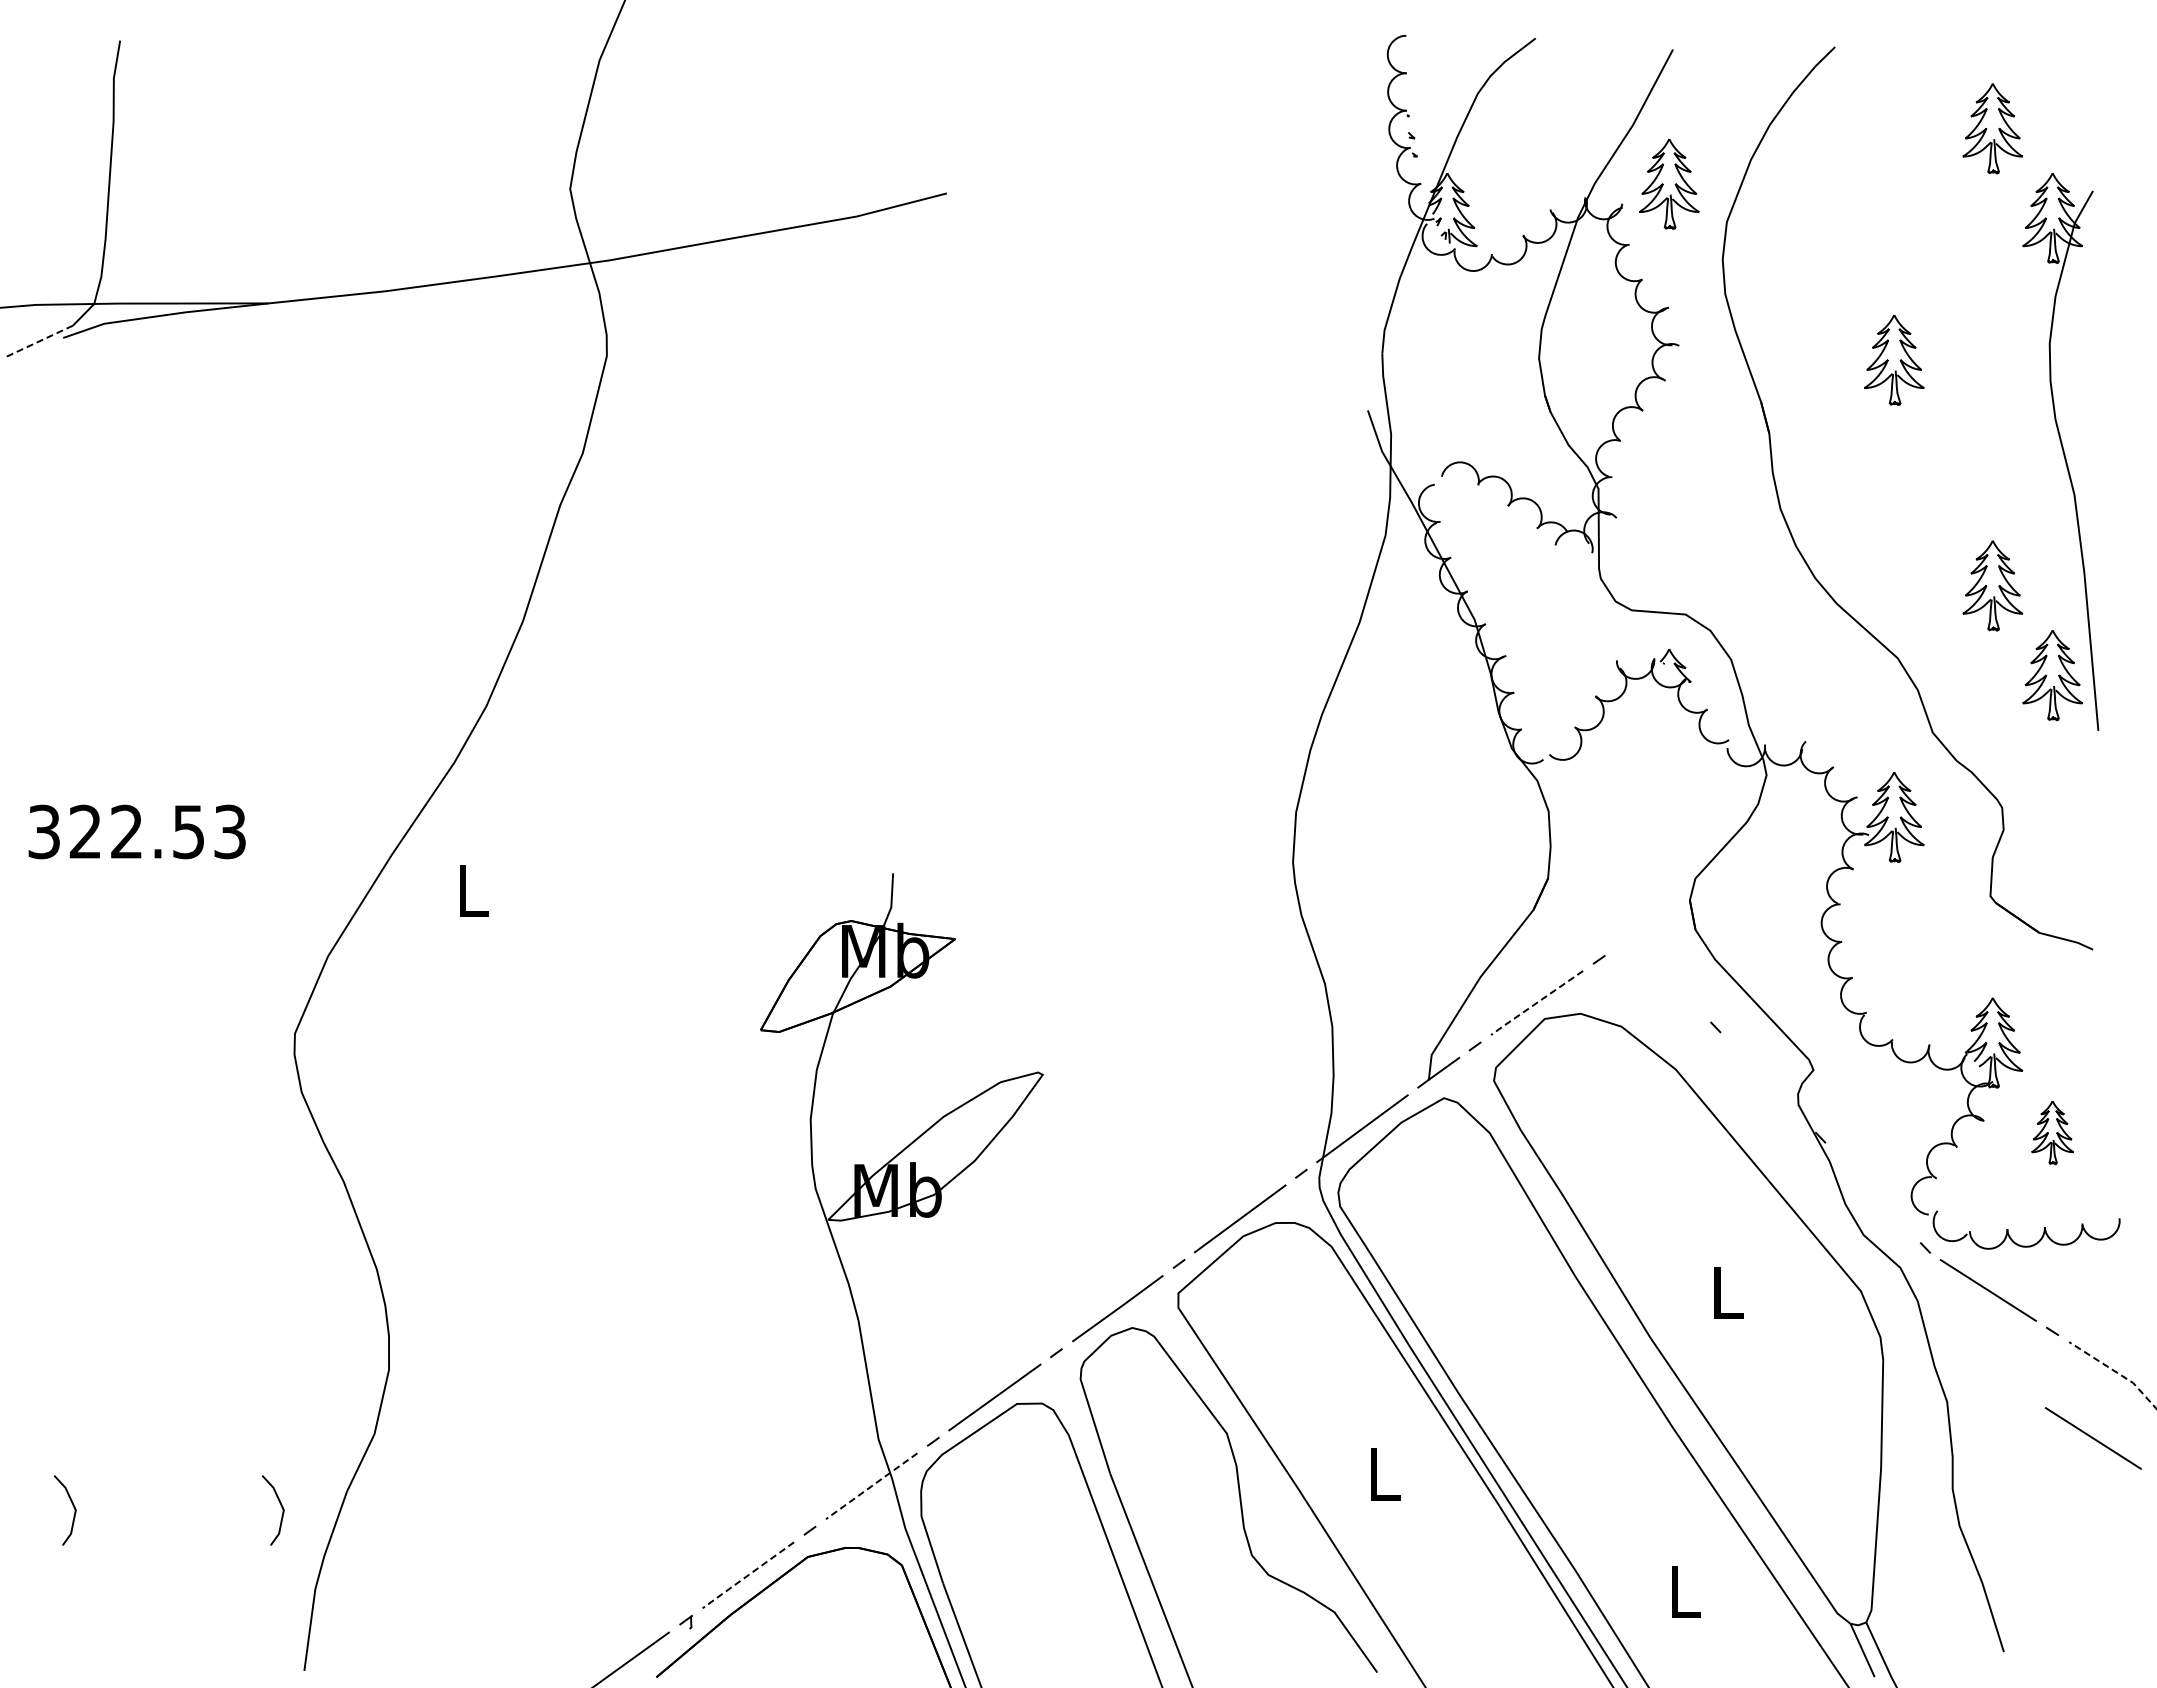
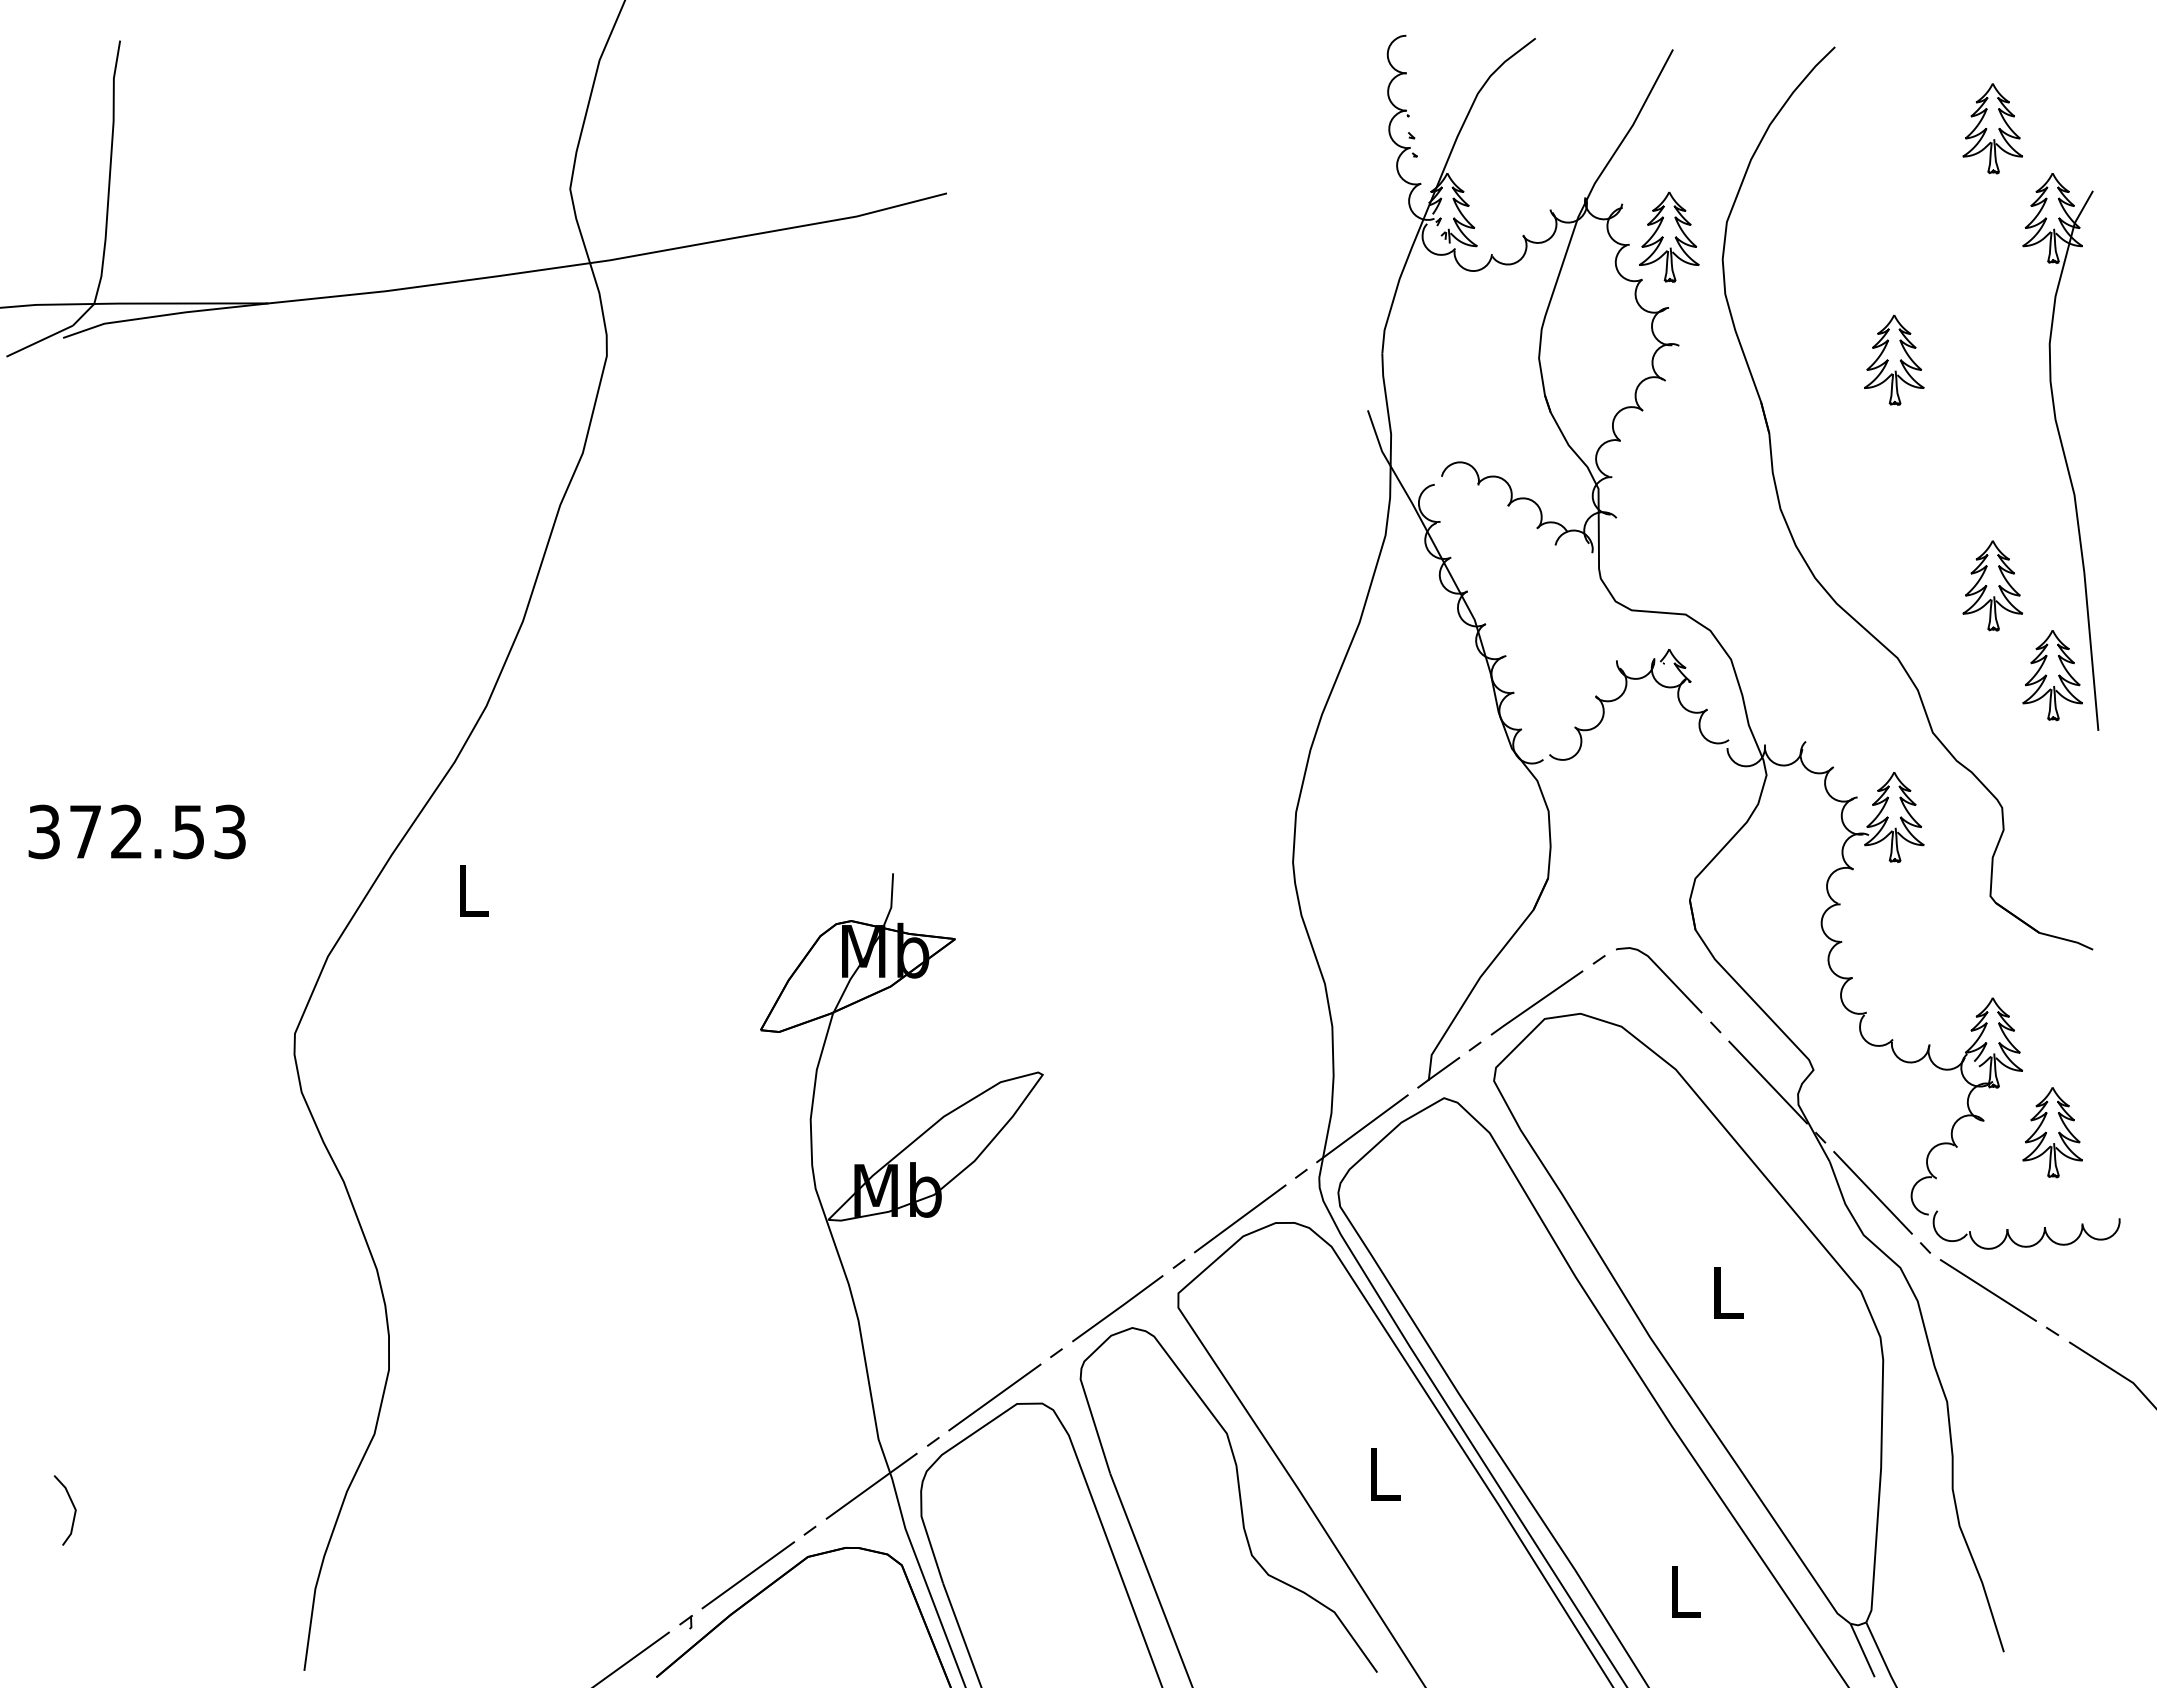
part at (1669, 183) position: (1669, 183) -> (1669, 236)
line at (39, 341): dashed -> solid
text at (84, 831): 322.53 -> 372.53
curve at (1666, 977): none -> present
line at (1535, 1003): dashed -> solid
line at (1768, 1082): none -> present
part at (2052, 1133) size: 43x65 px -> 61x92 px
line at (1872, 1192): none -> present
line at (2115, 1371): dashed -> solid
line at (2092, 1438): present -> none
line at (872, 1485): dashed -> solid
line at (280, 1505): present -> none
line at (747, 1575): dashed -> solid
